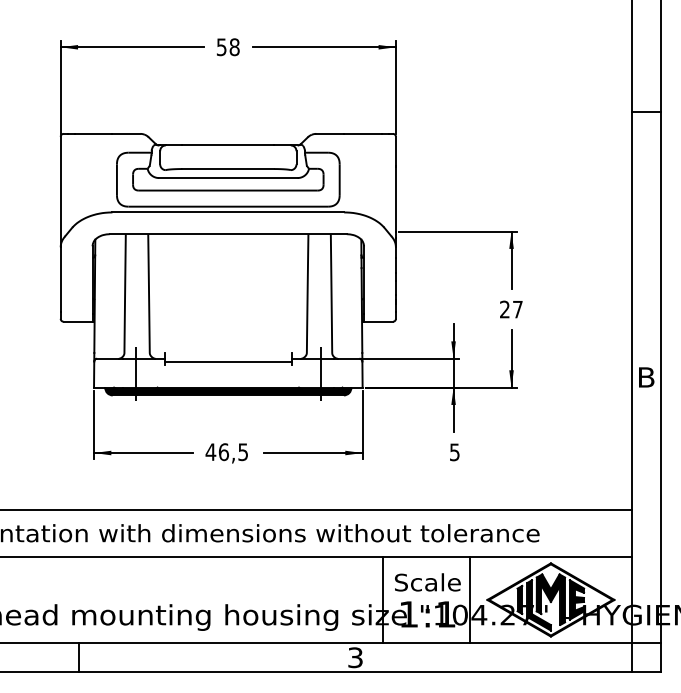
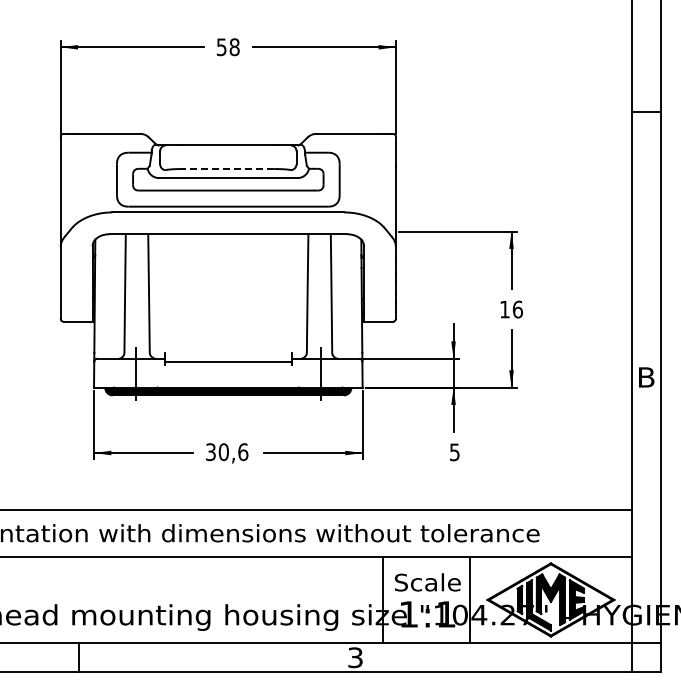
line at (228, 169): solid -> dashed
text at (511, 309): 27 -> 16
text at (226, 452): 46,5 -> 30,6
